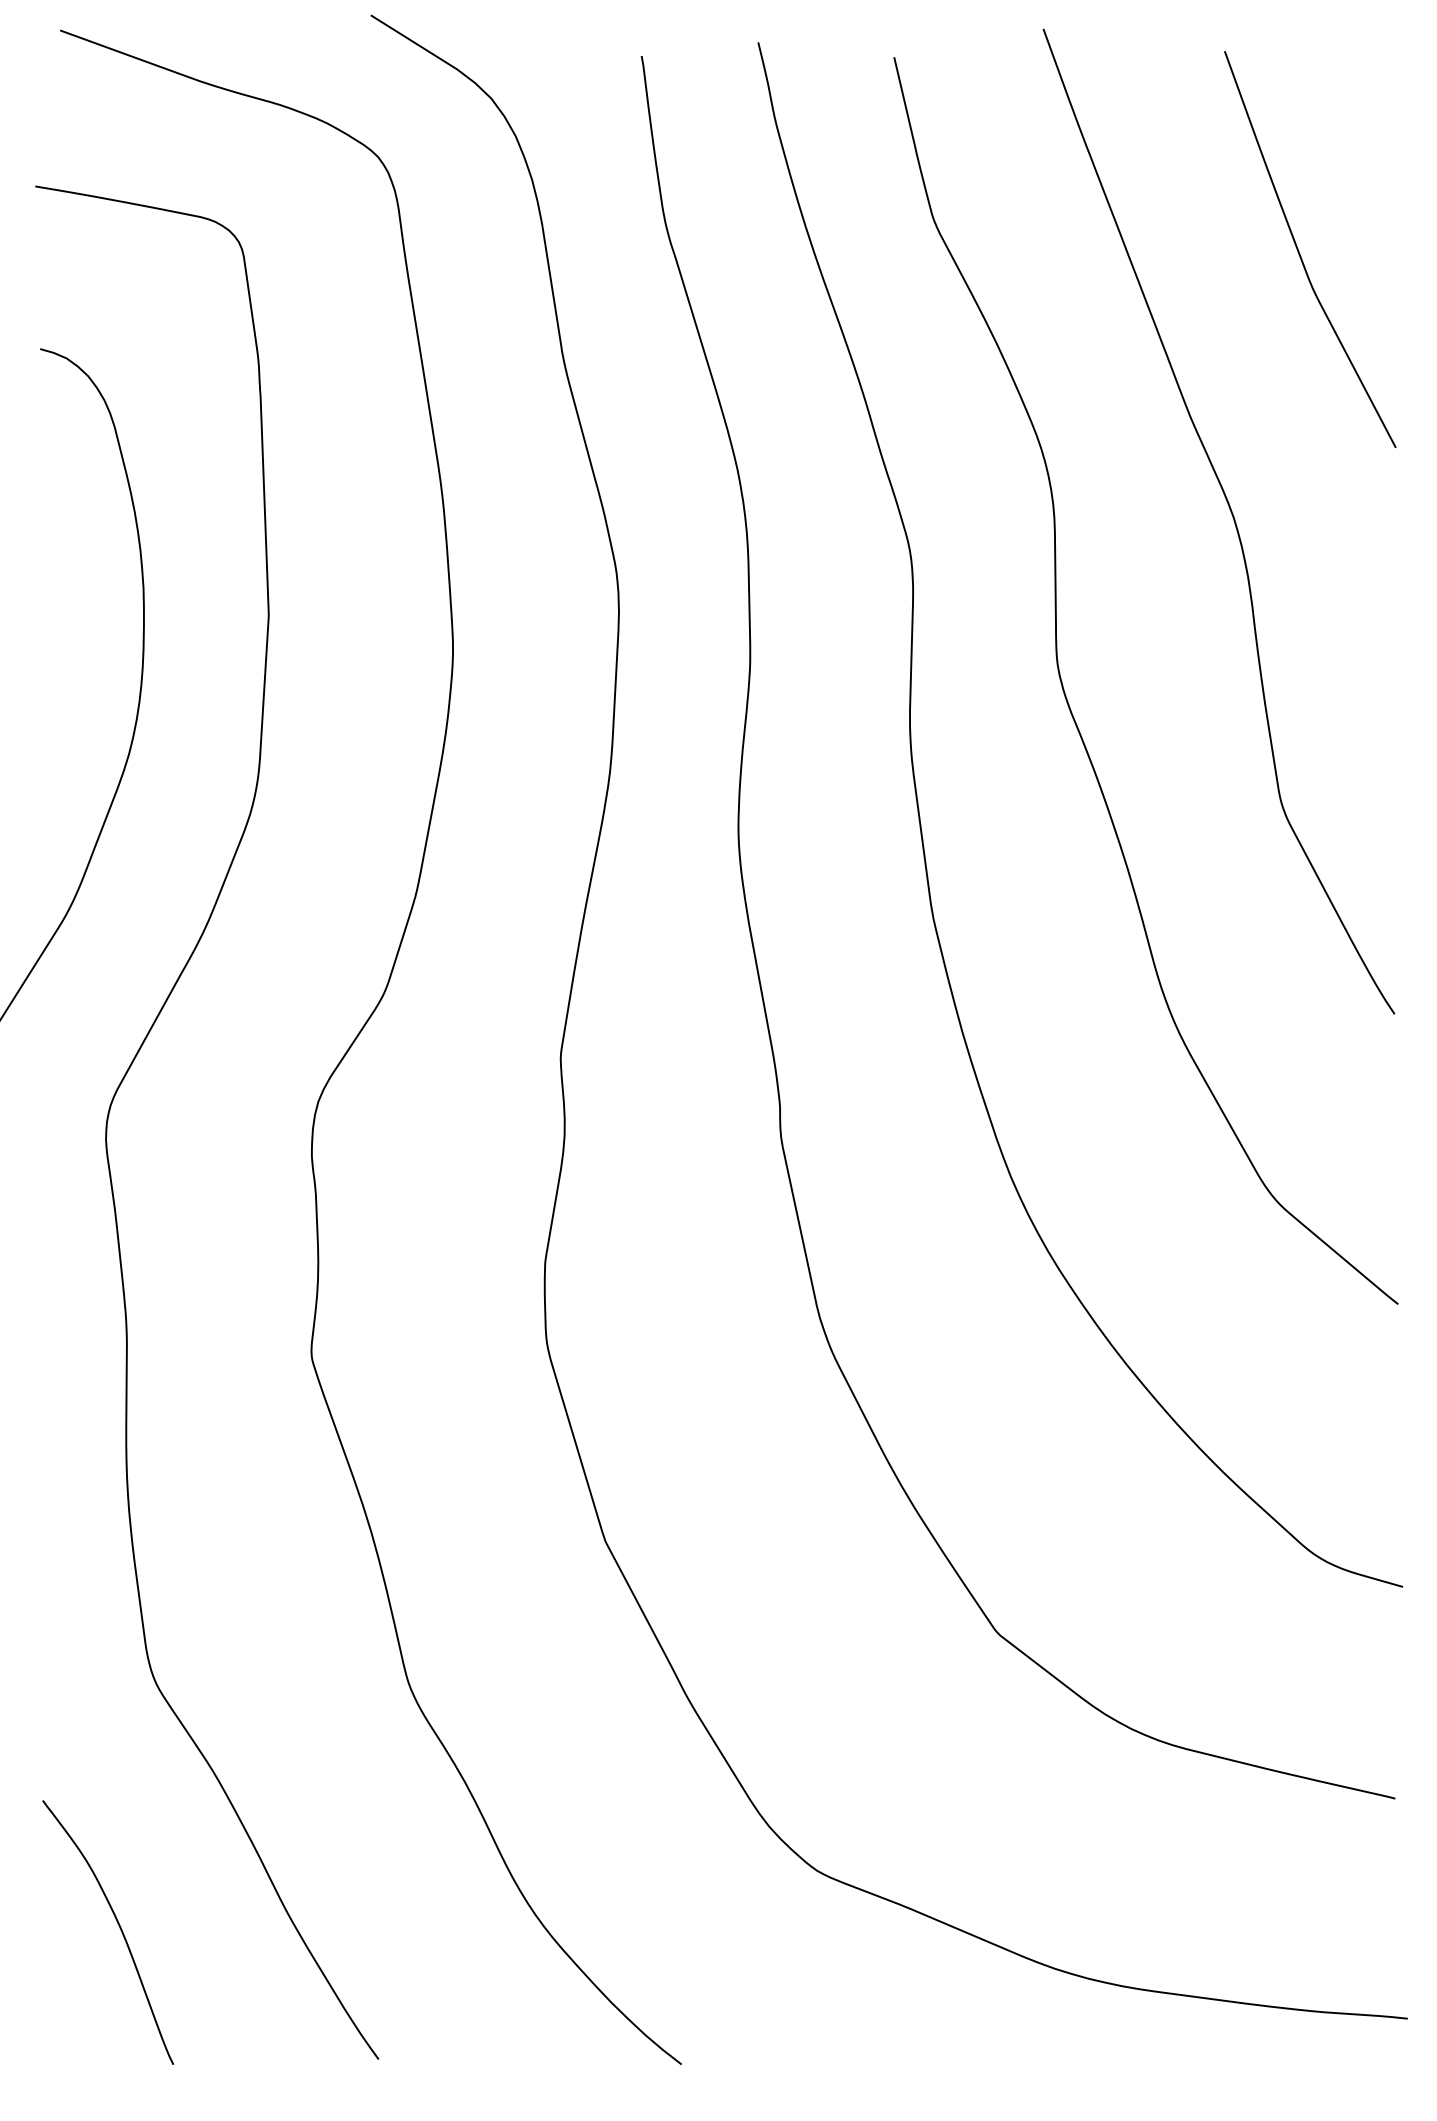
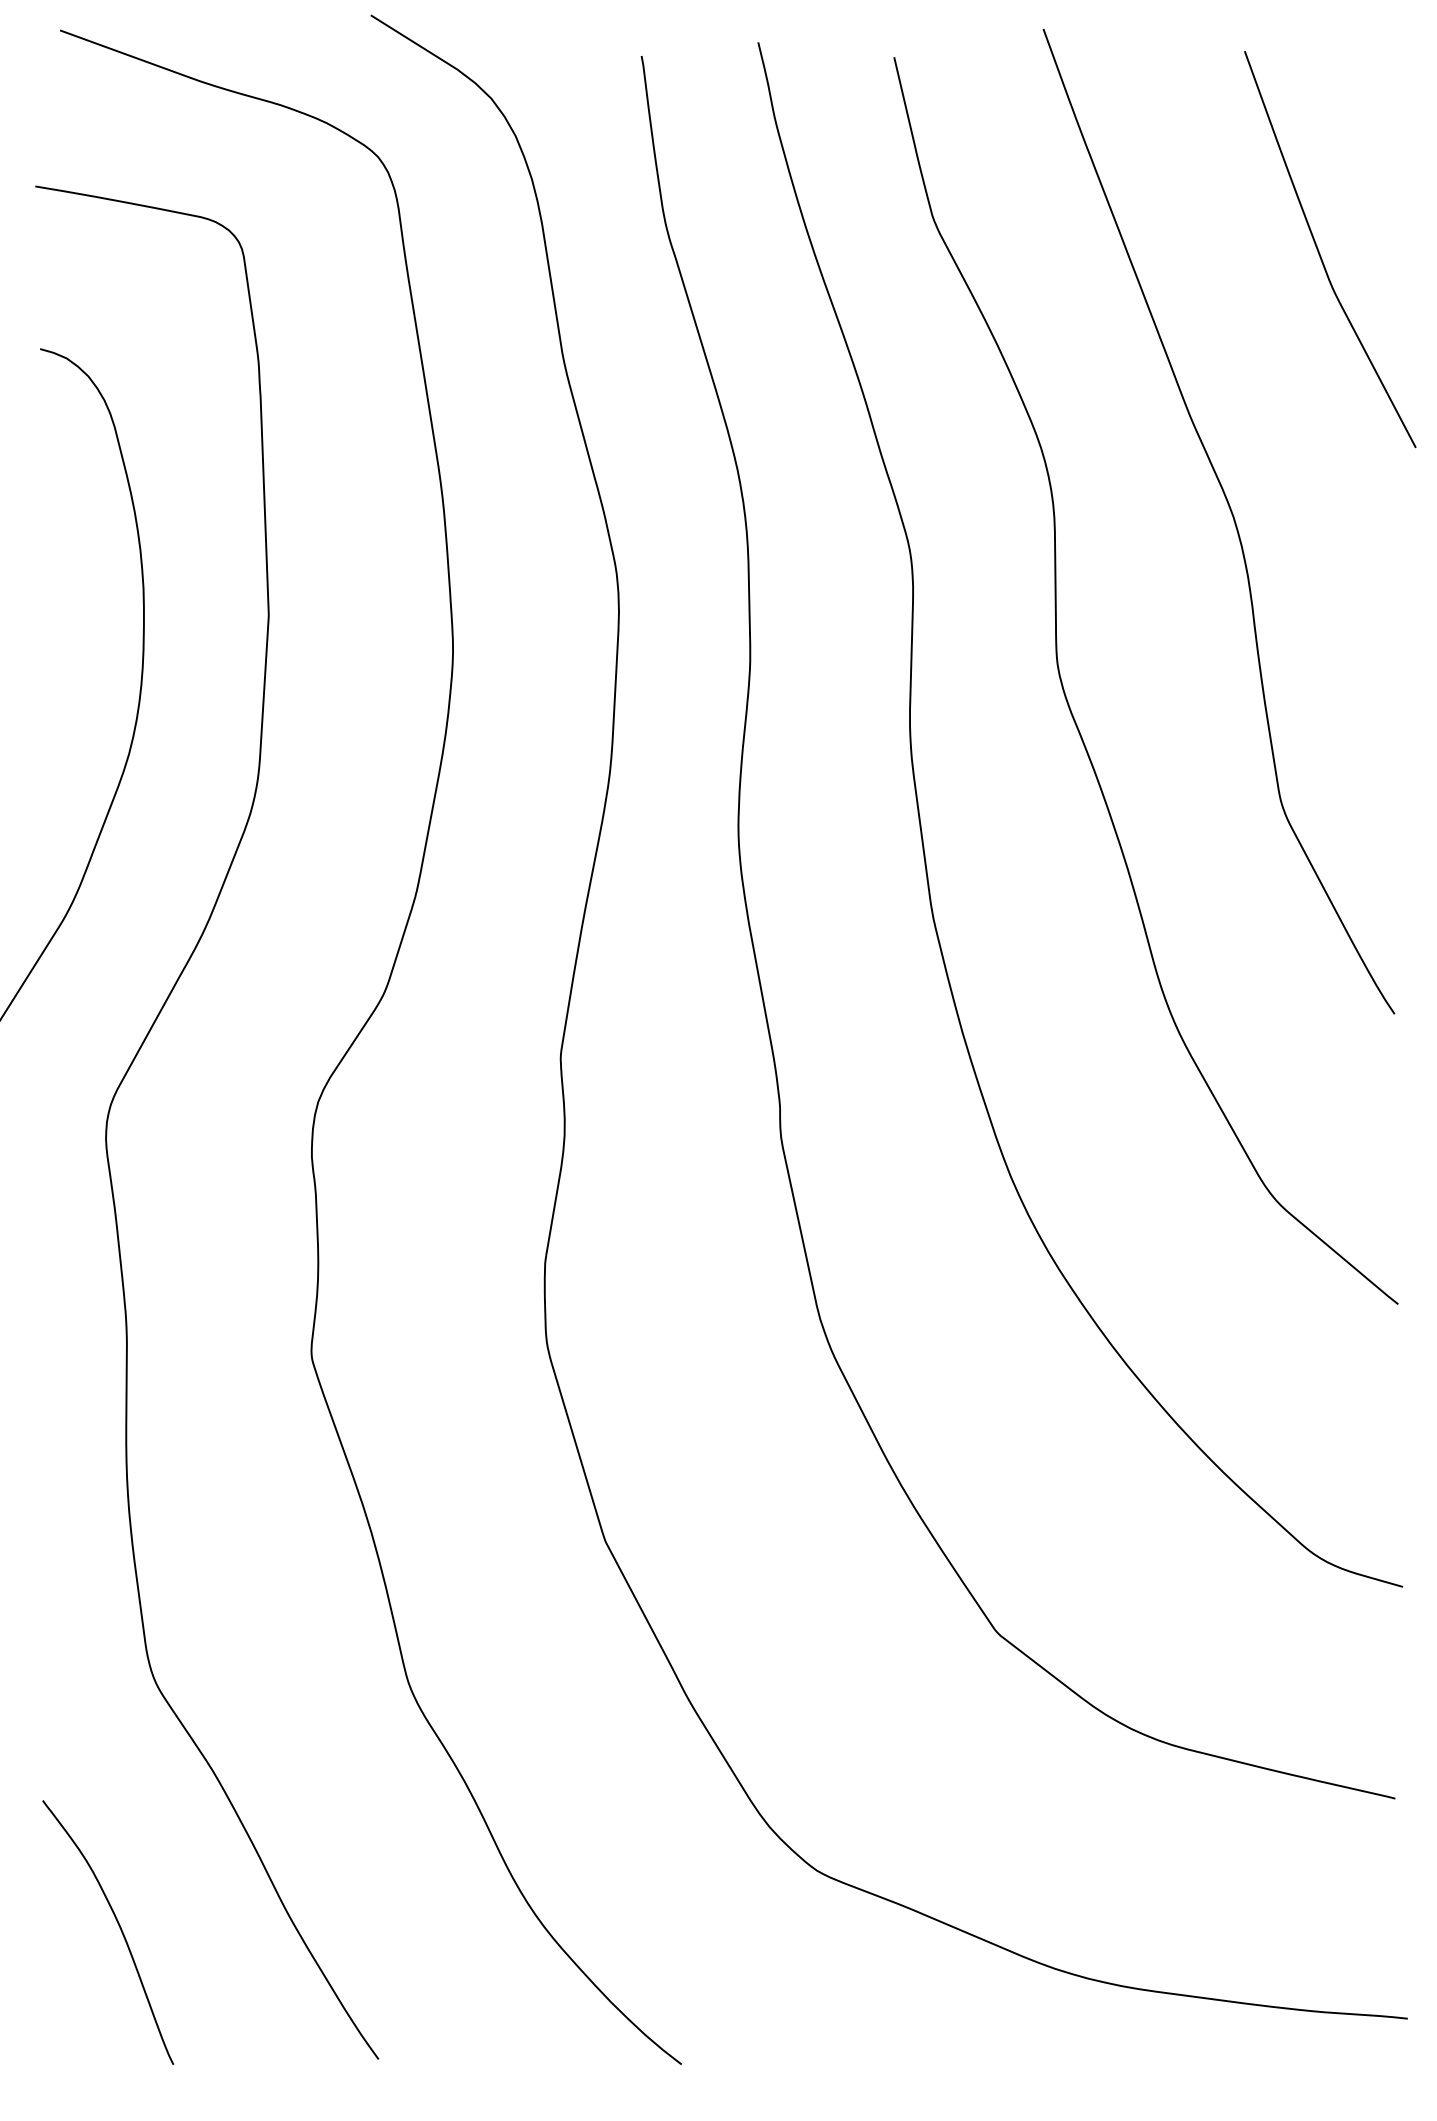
curve at (1300, 253) position: (1300, 253) -> (1320, 253)
